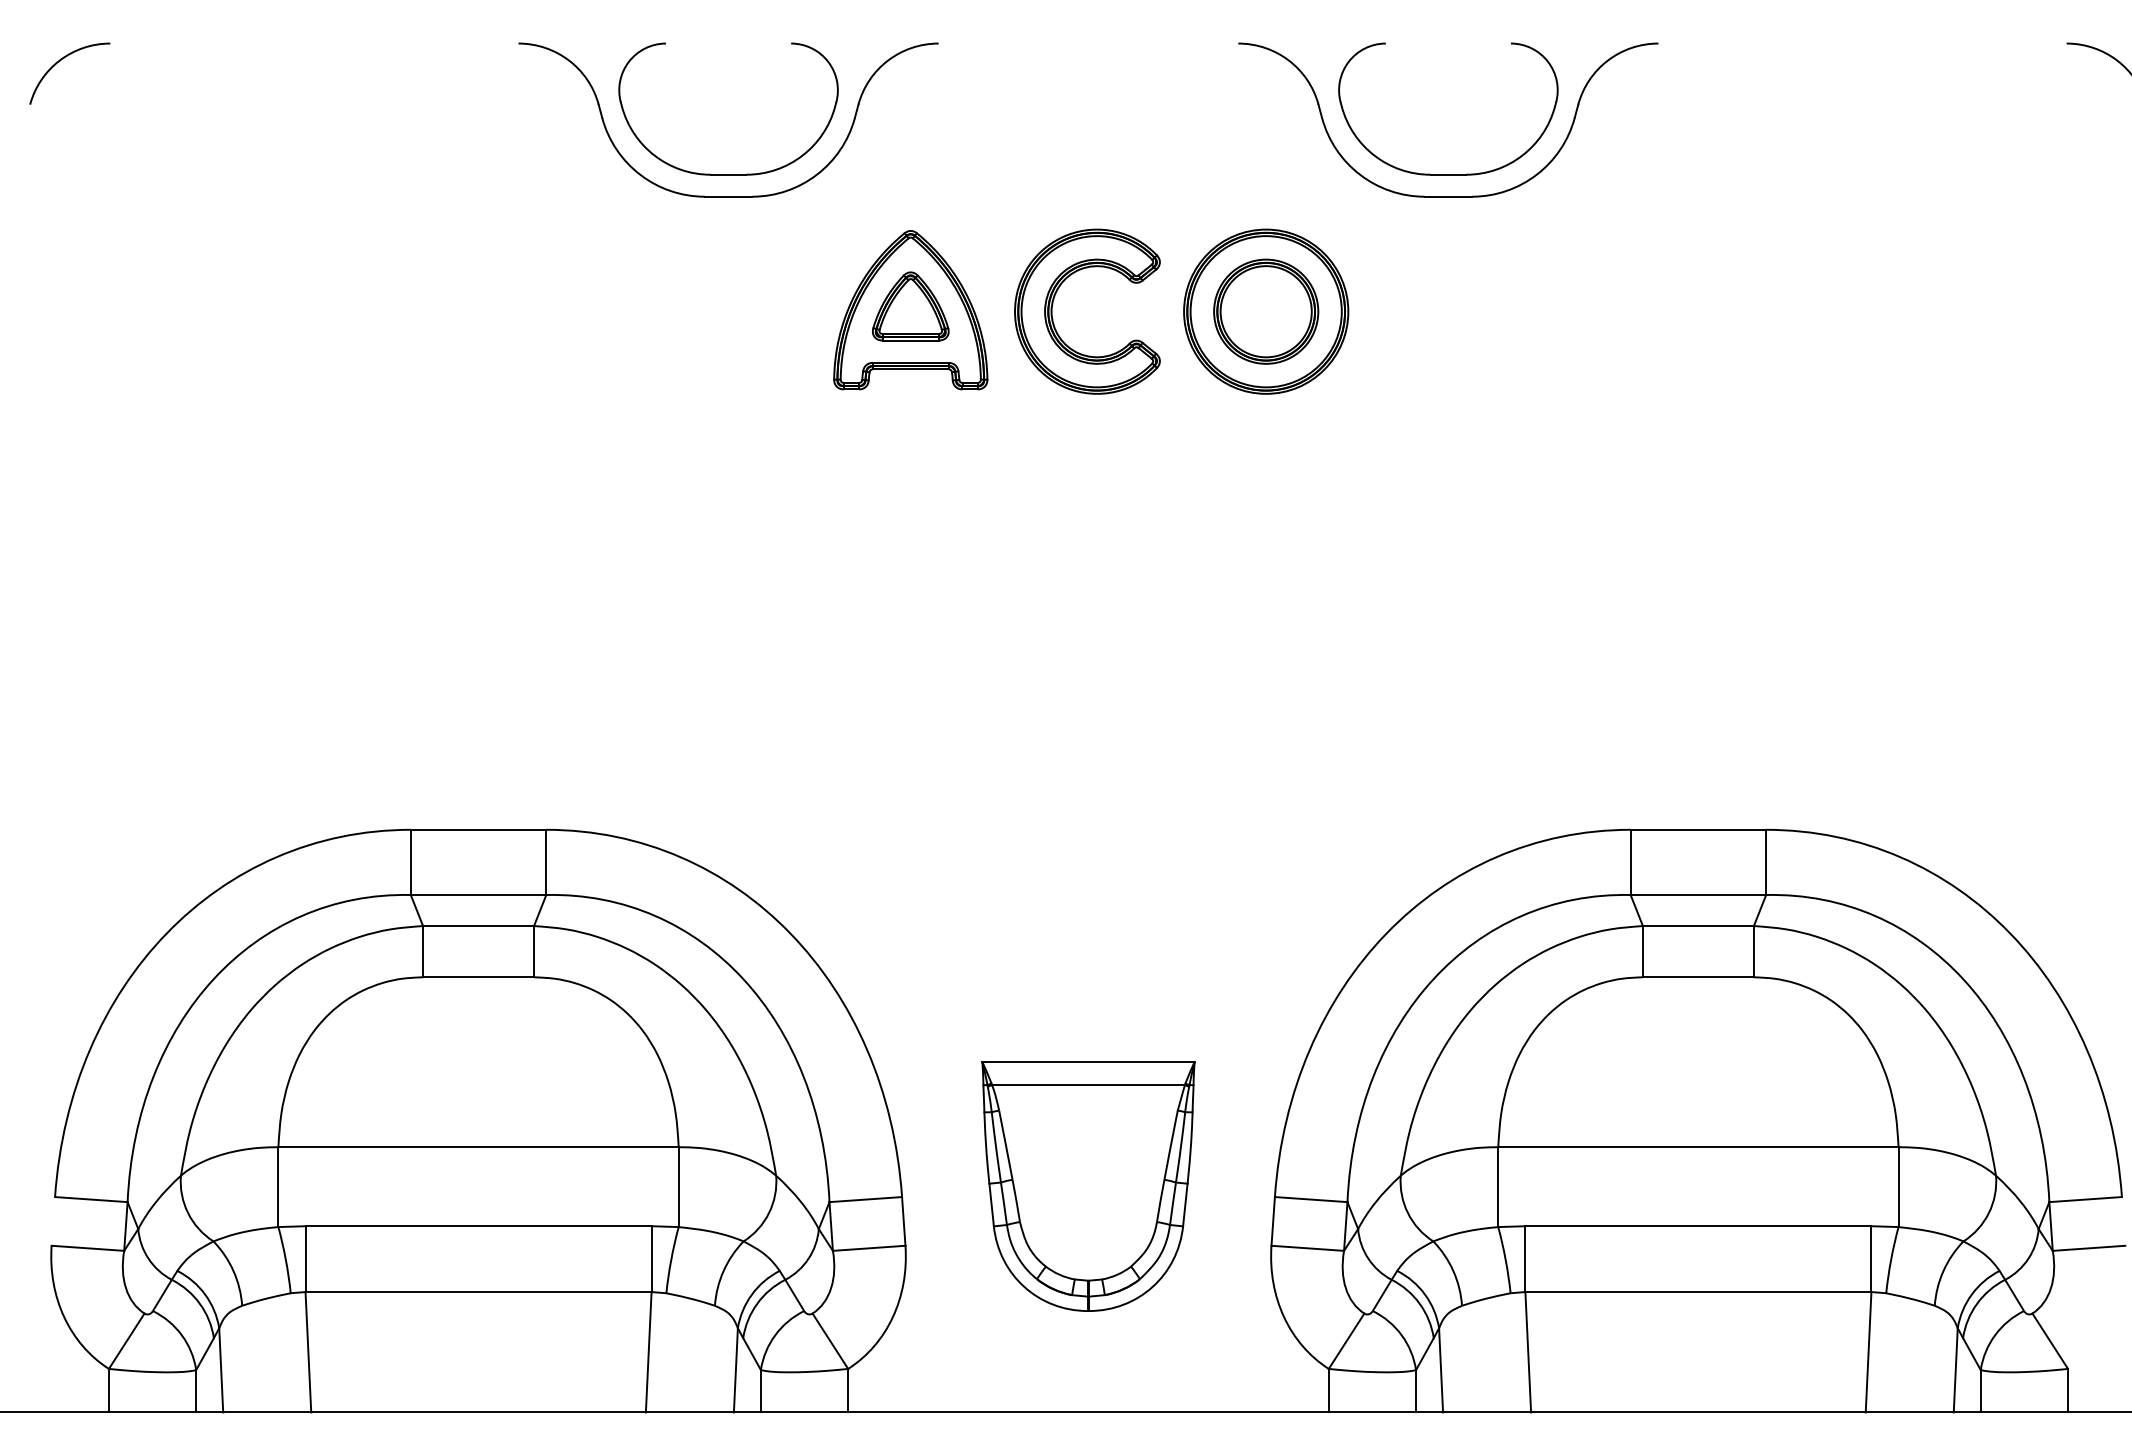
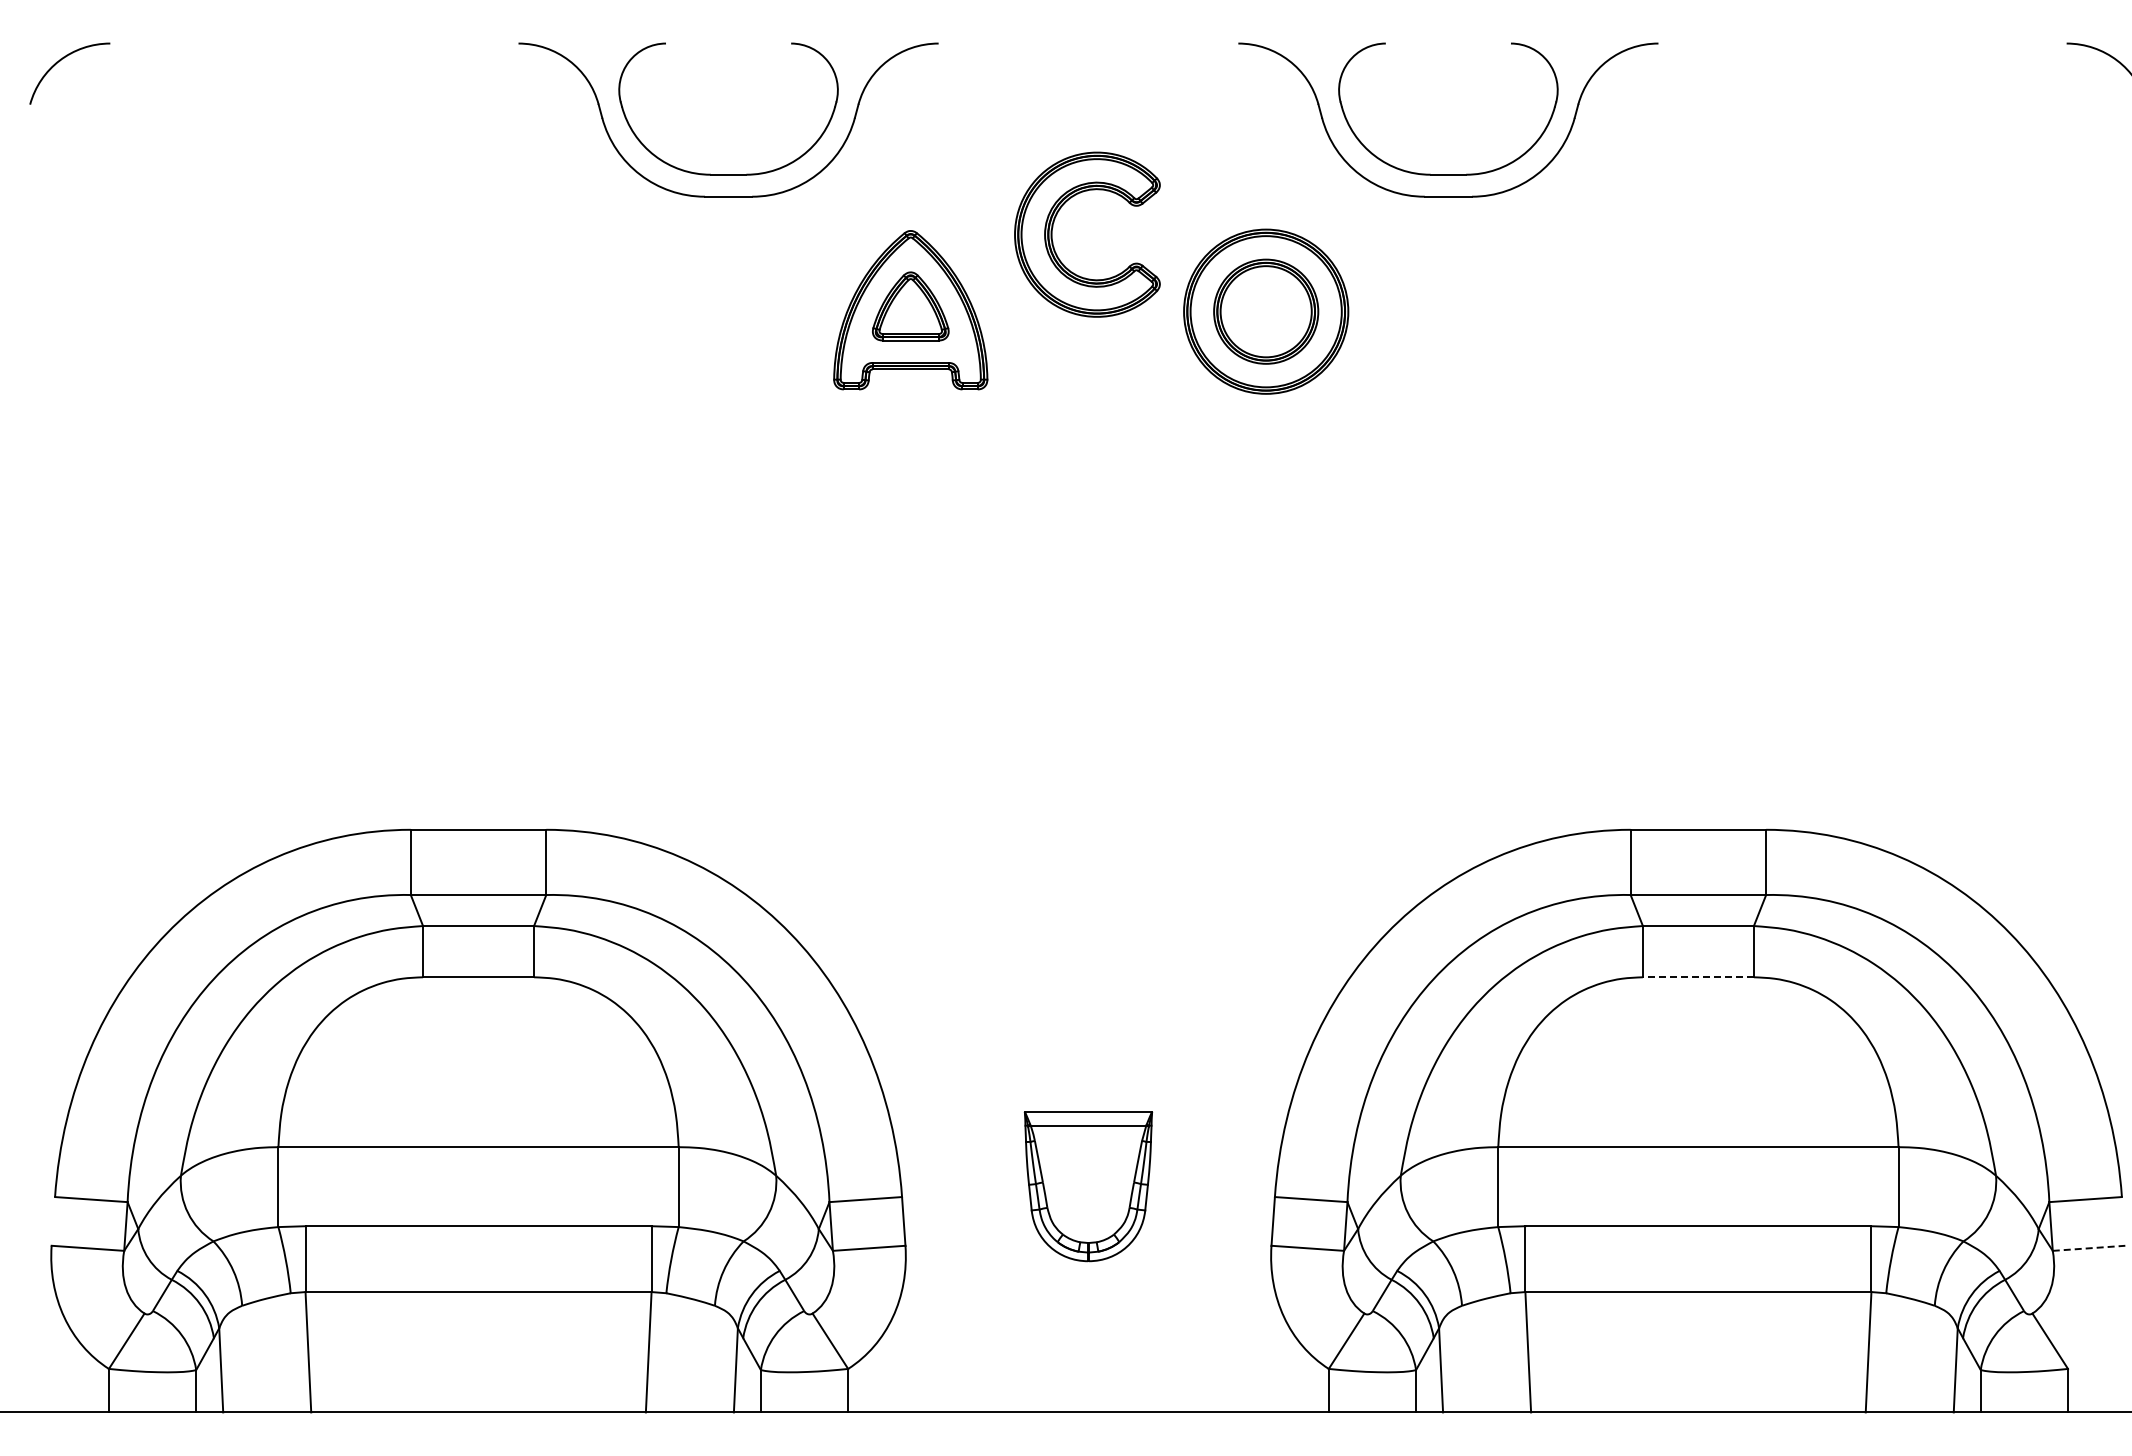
part at (1053, 304) position: (1053, 304) -> (1053, 227)
line at (1697, 977): solid -> dashed
part at (1088, 1186) size: 215x251 px -> 131x152 px
line at (2089, 1248): solid -> dashed
